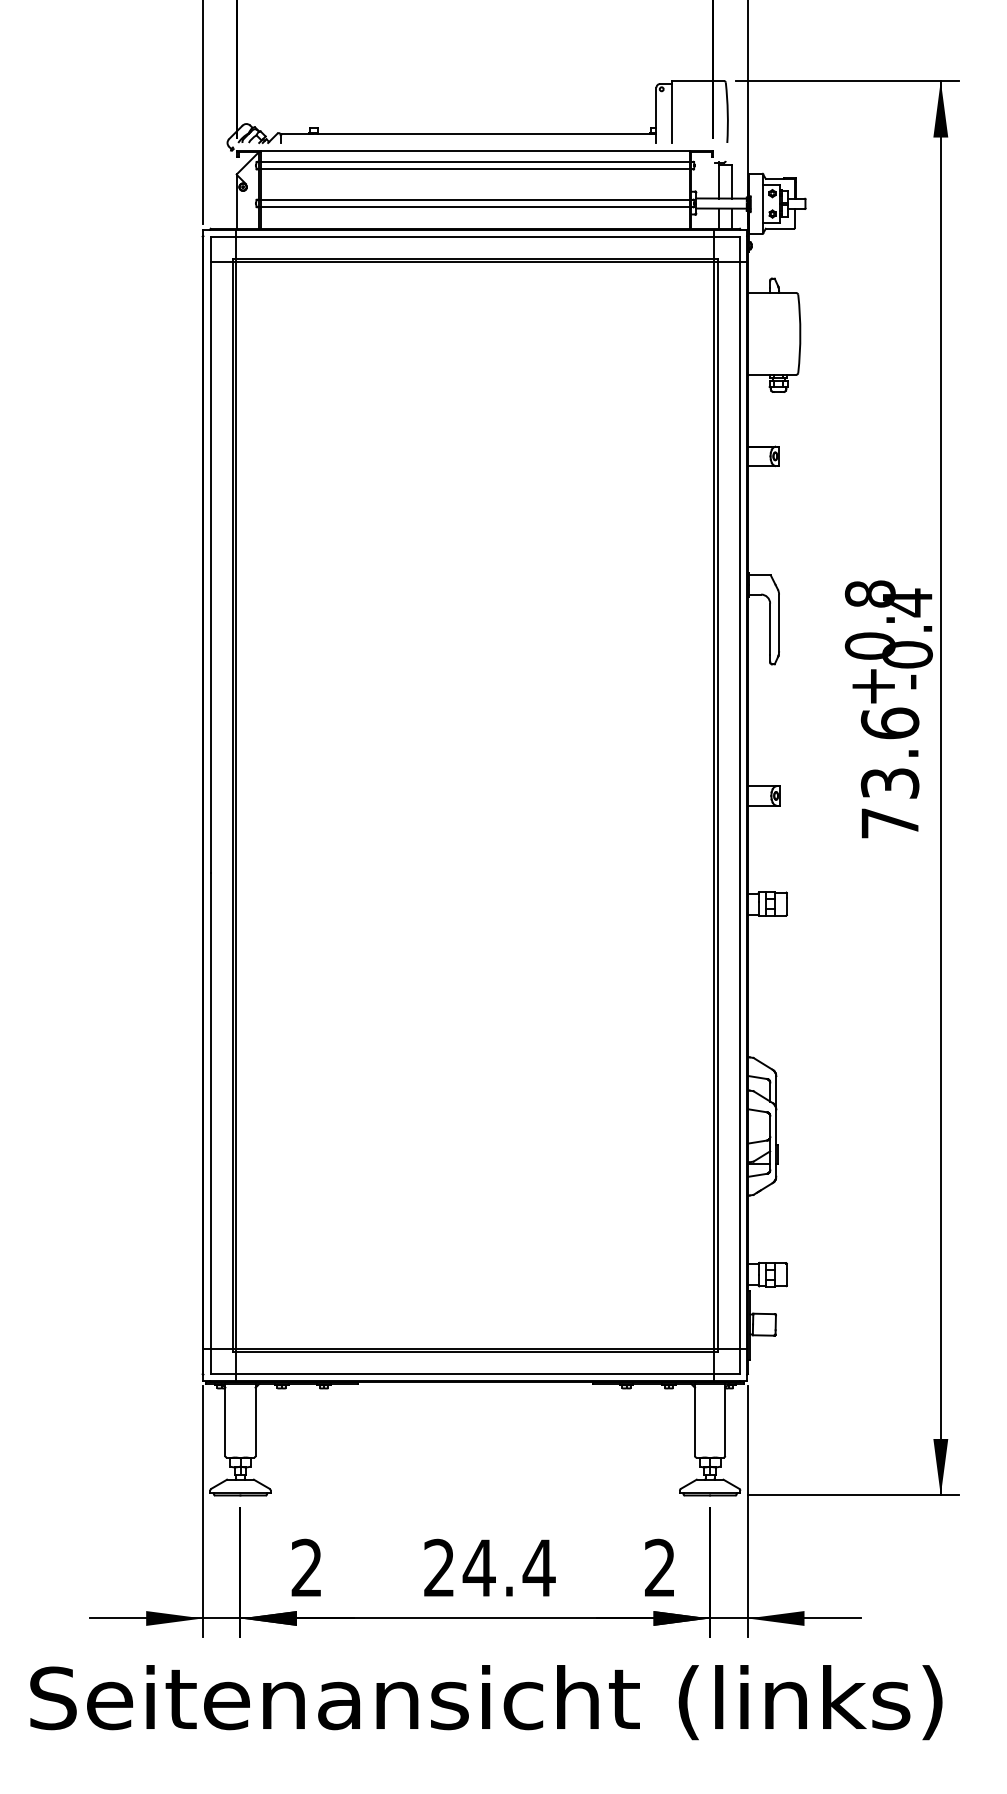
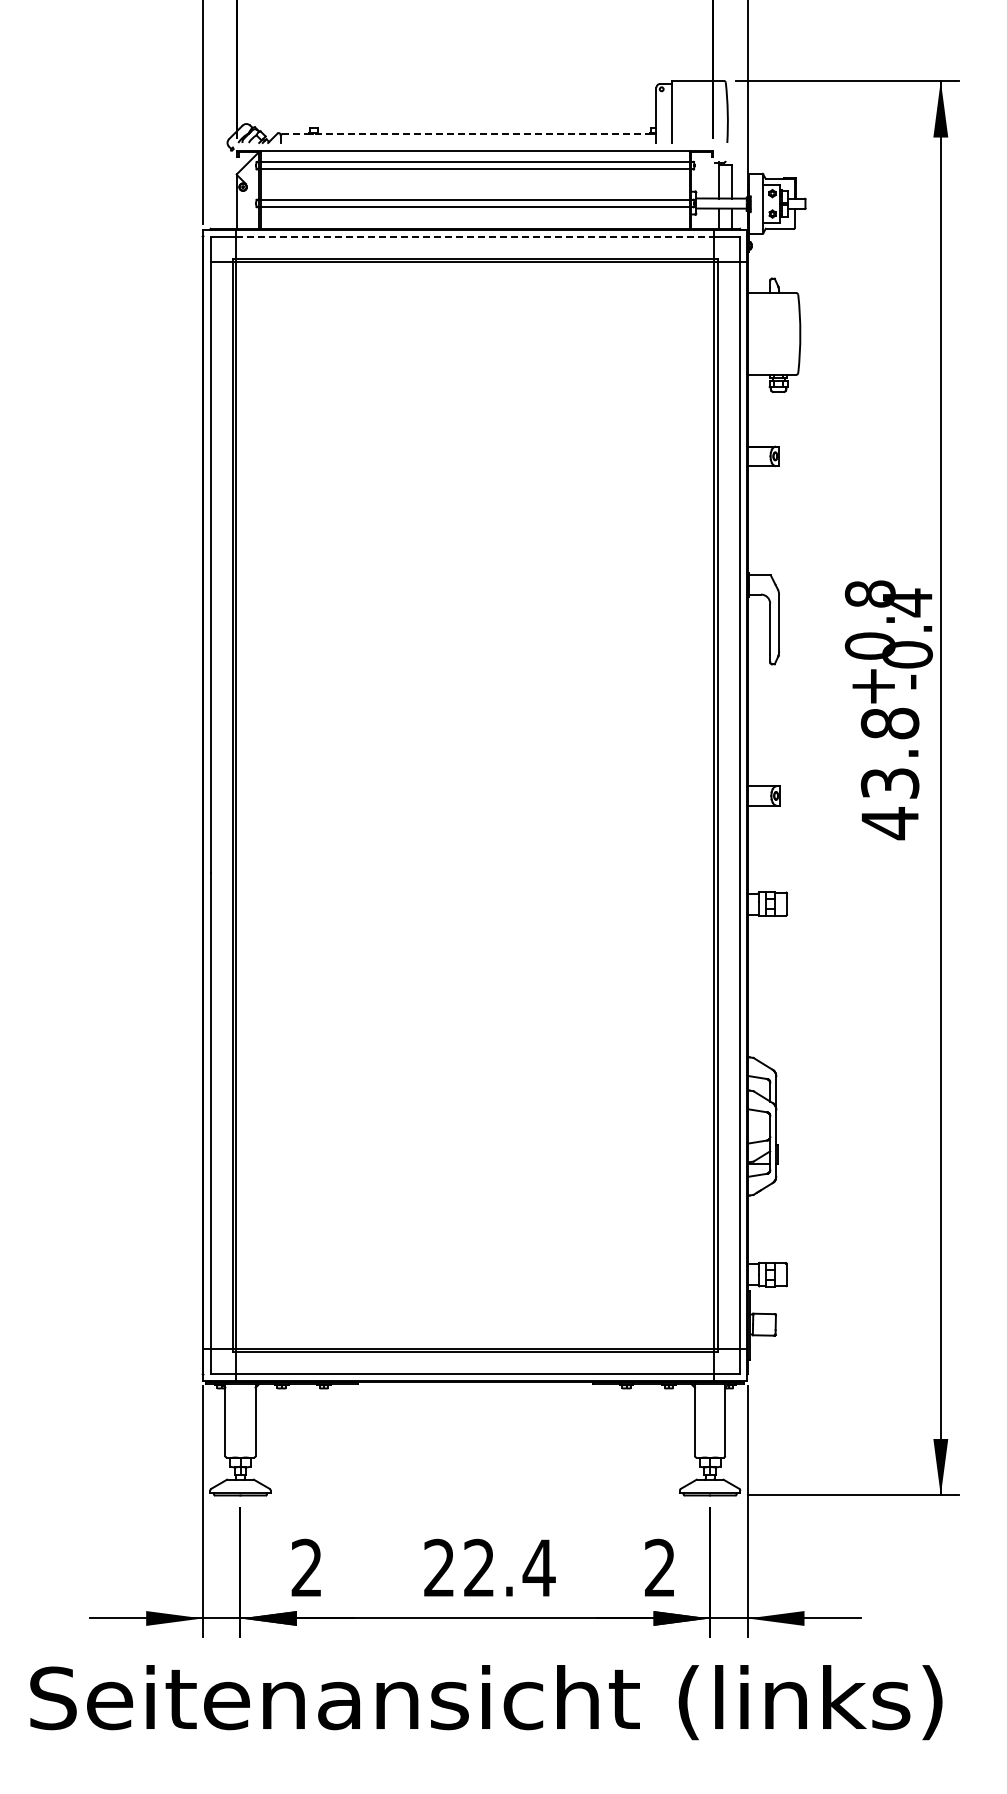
line at (469, 134): solid -> dashed
line at (475, 236): solid -> dashed
text at (889, 773): 73.6 -> 43.8
text at (478, 1567): 24.4 -> 22.4
